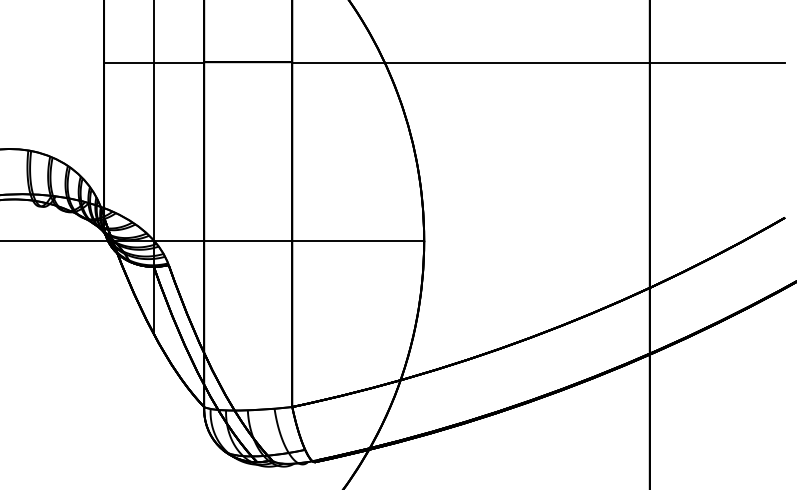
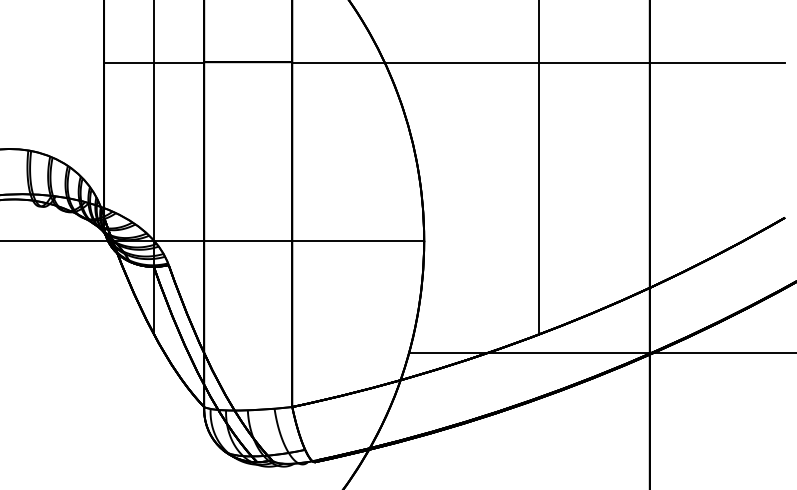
line at (538, 168): none -> present
line at (601, 353): none -> present
